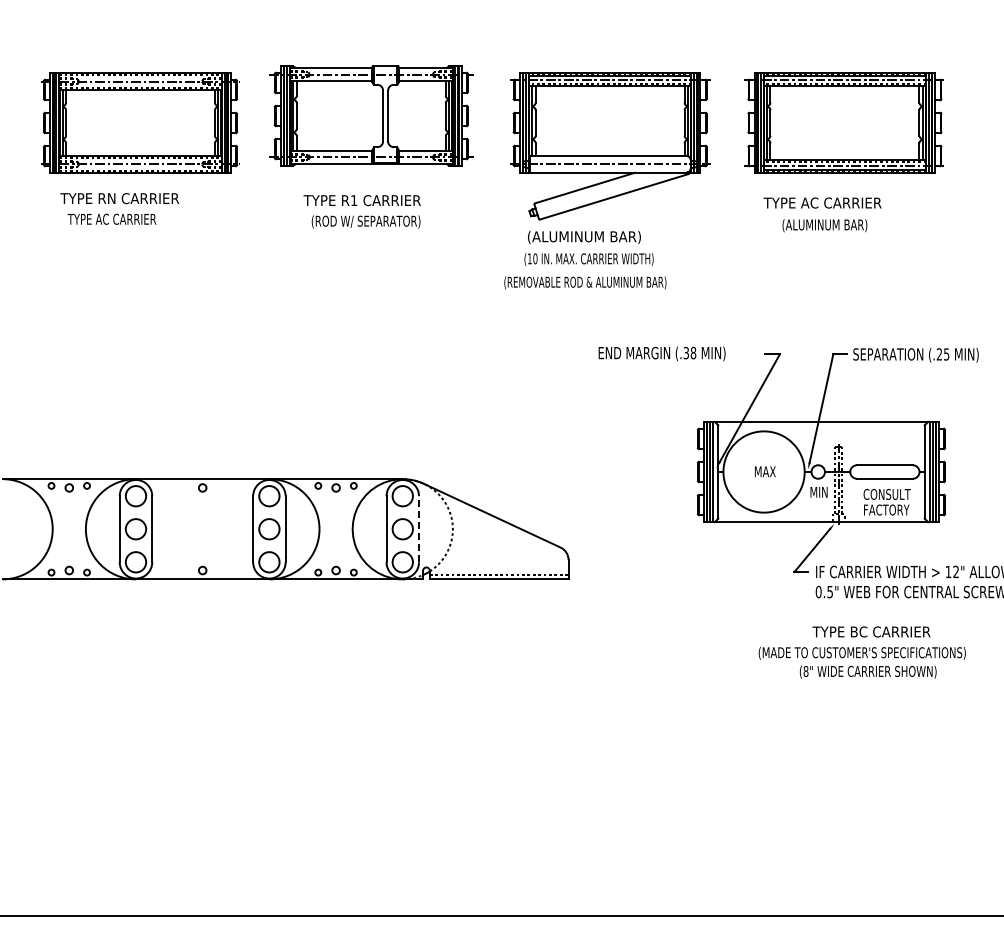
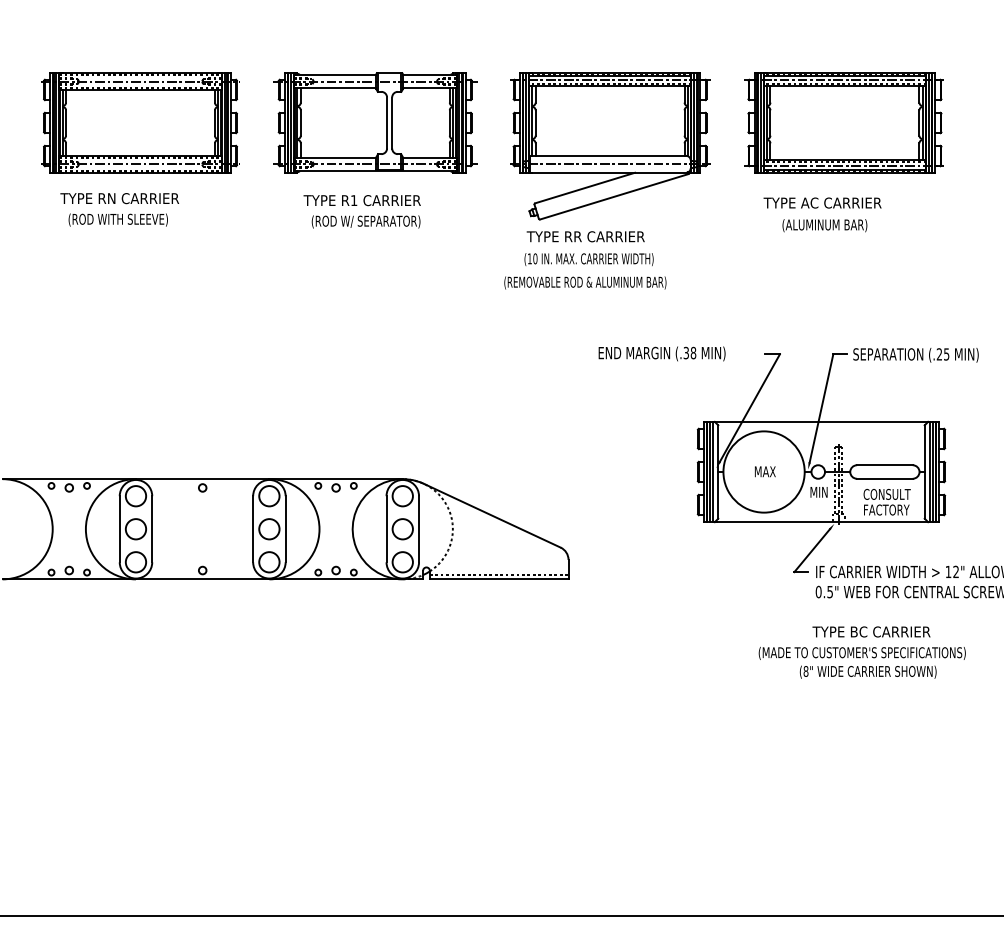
part at (371, 115) position: (371, 115) -> (375, 122)
text at (117, 219): TYPE AC CARRIER -> (ROD WITH SLEEVE)
text at (585, 237): (ALUMINUM BAR) -> TYPE RR CARRIER
line at (419, 528): dashed -> solid
